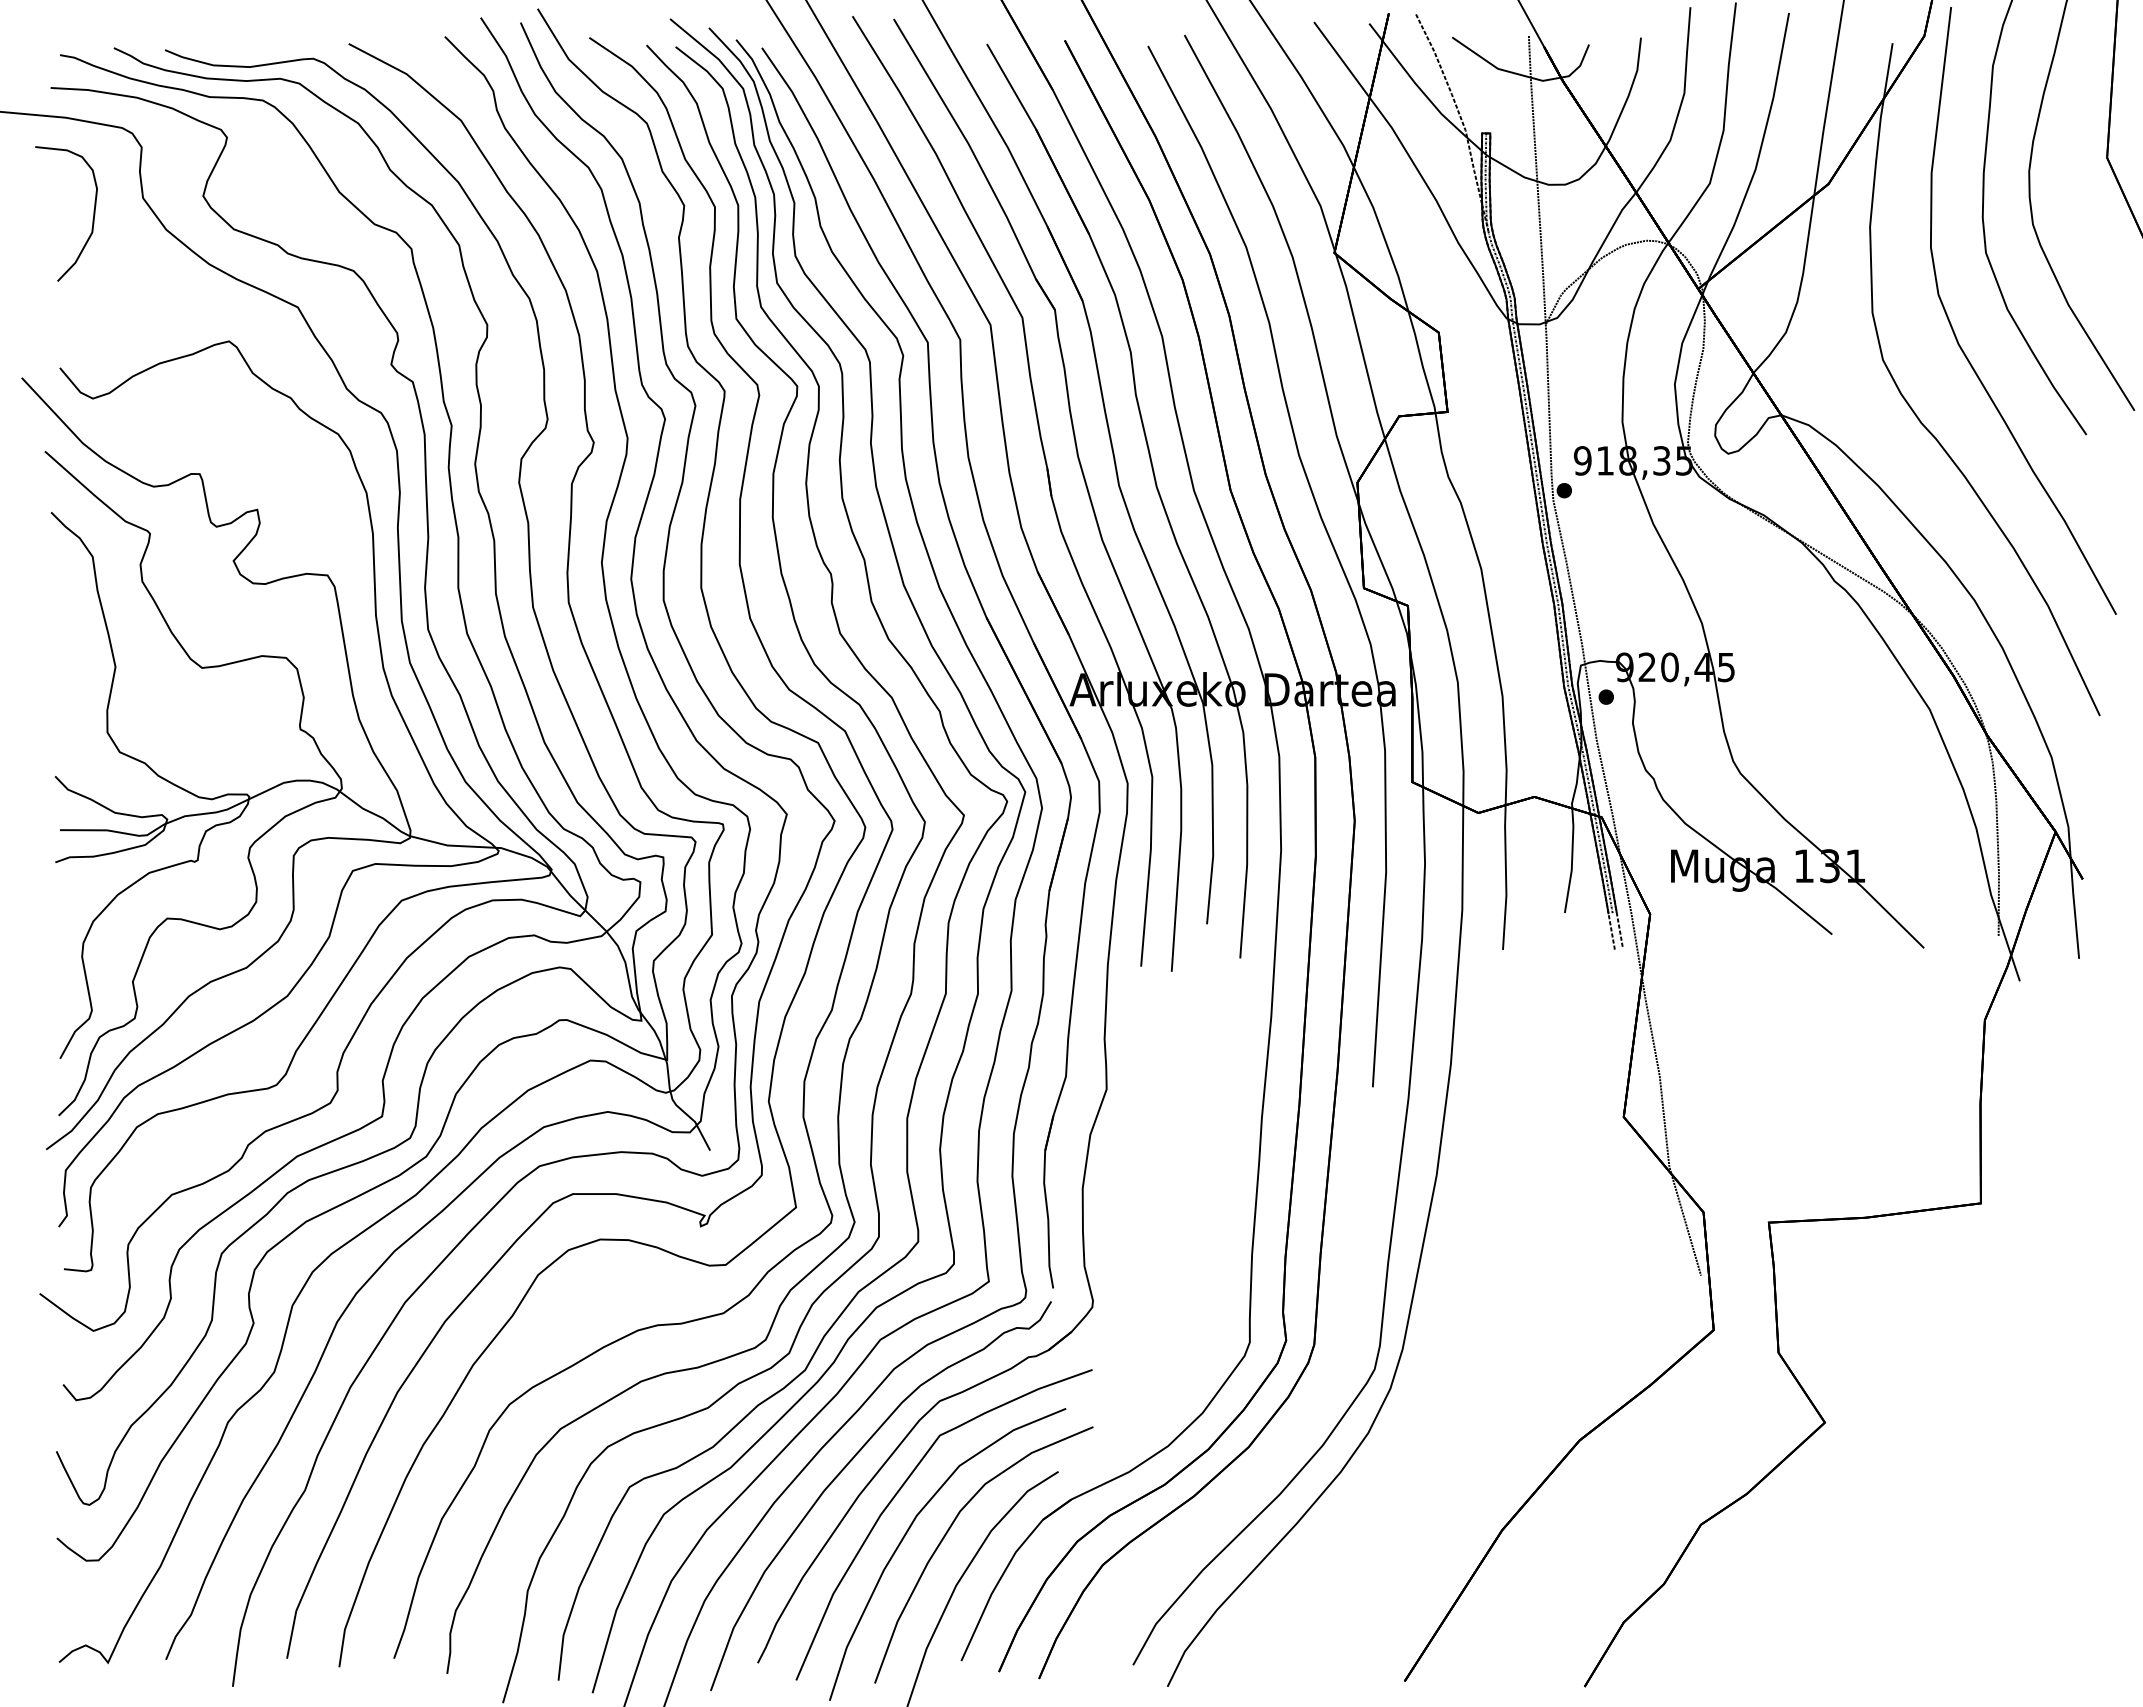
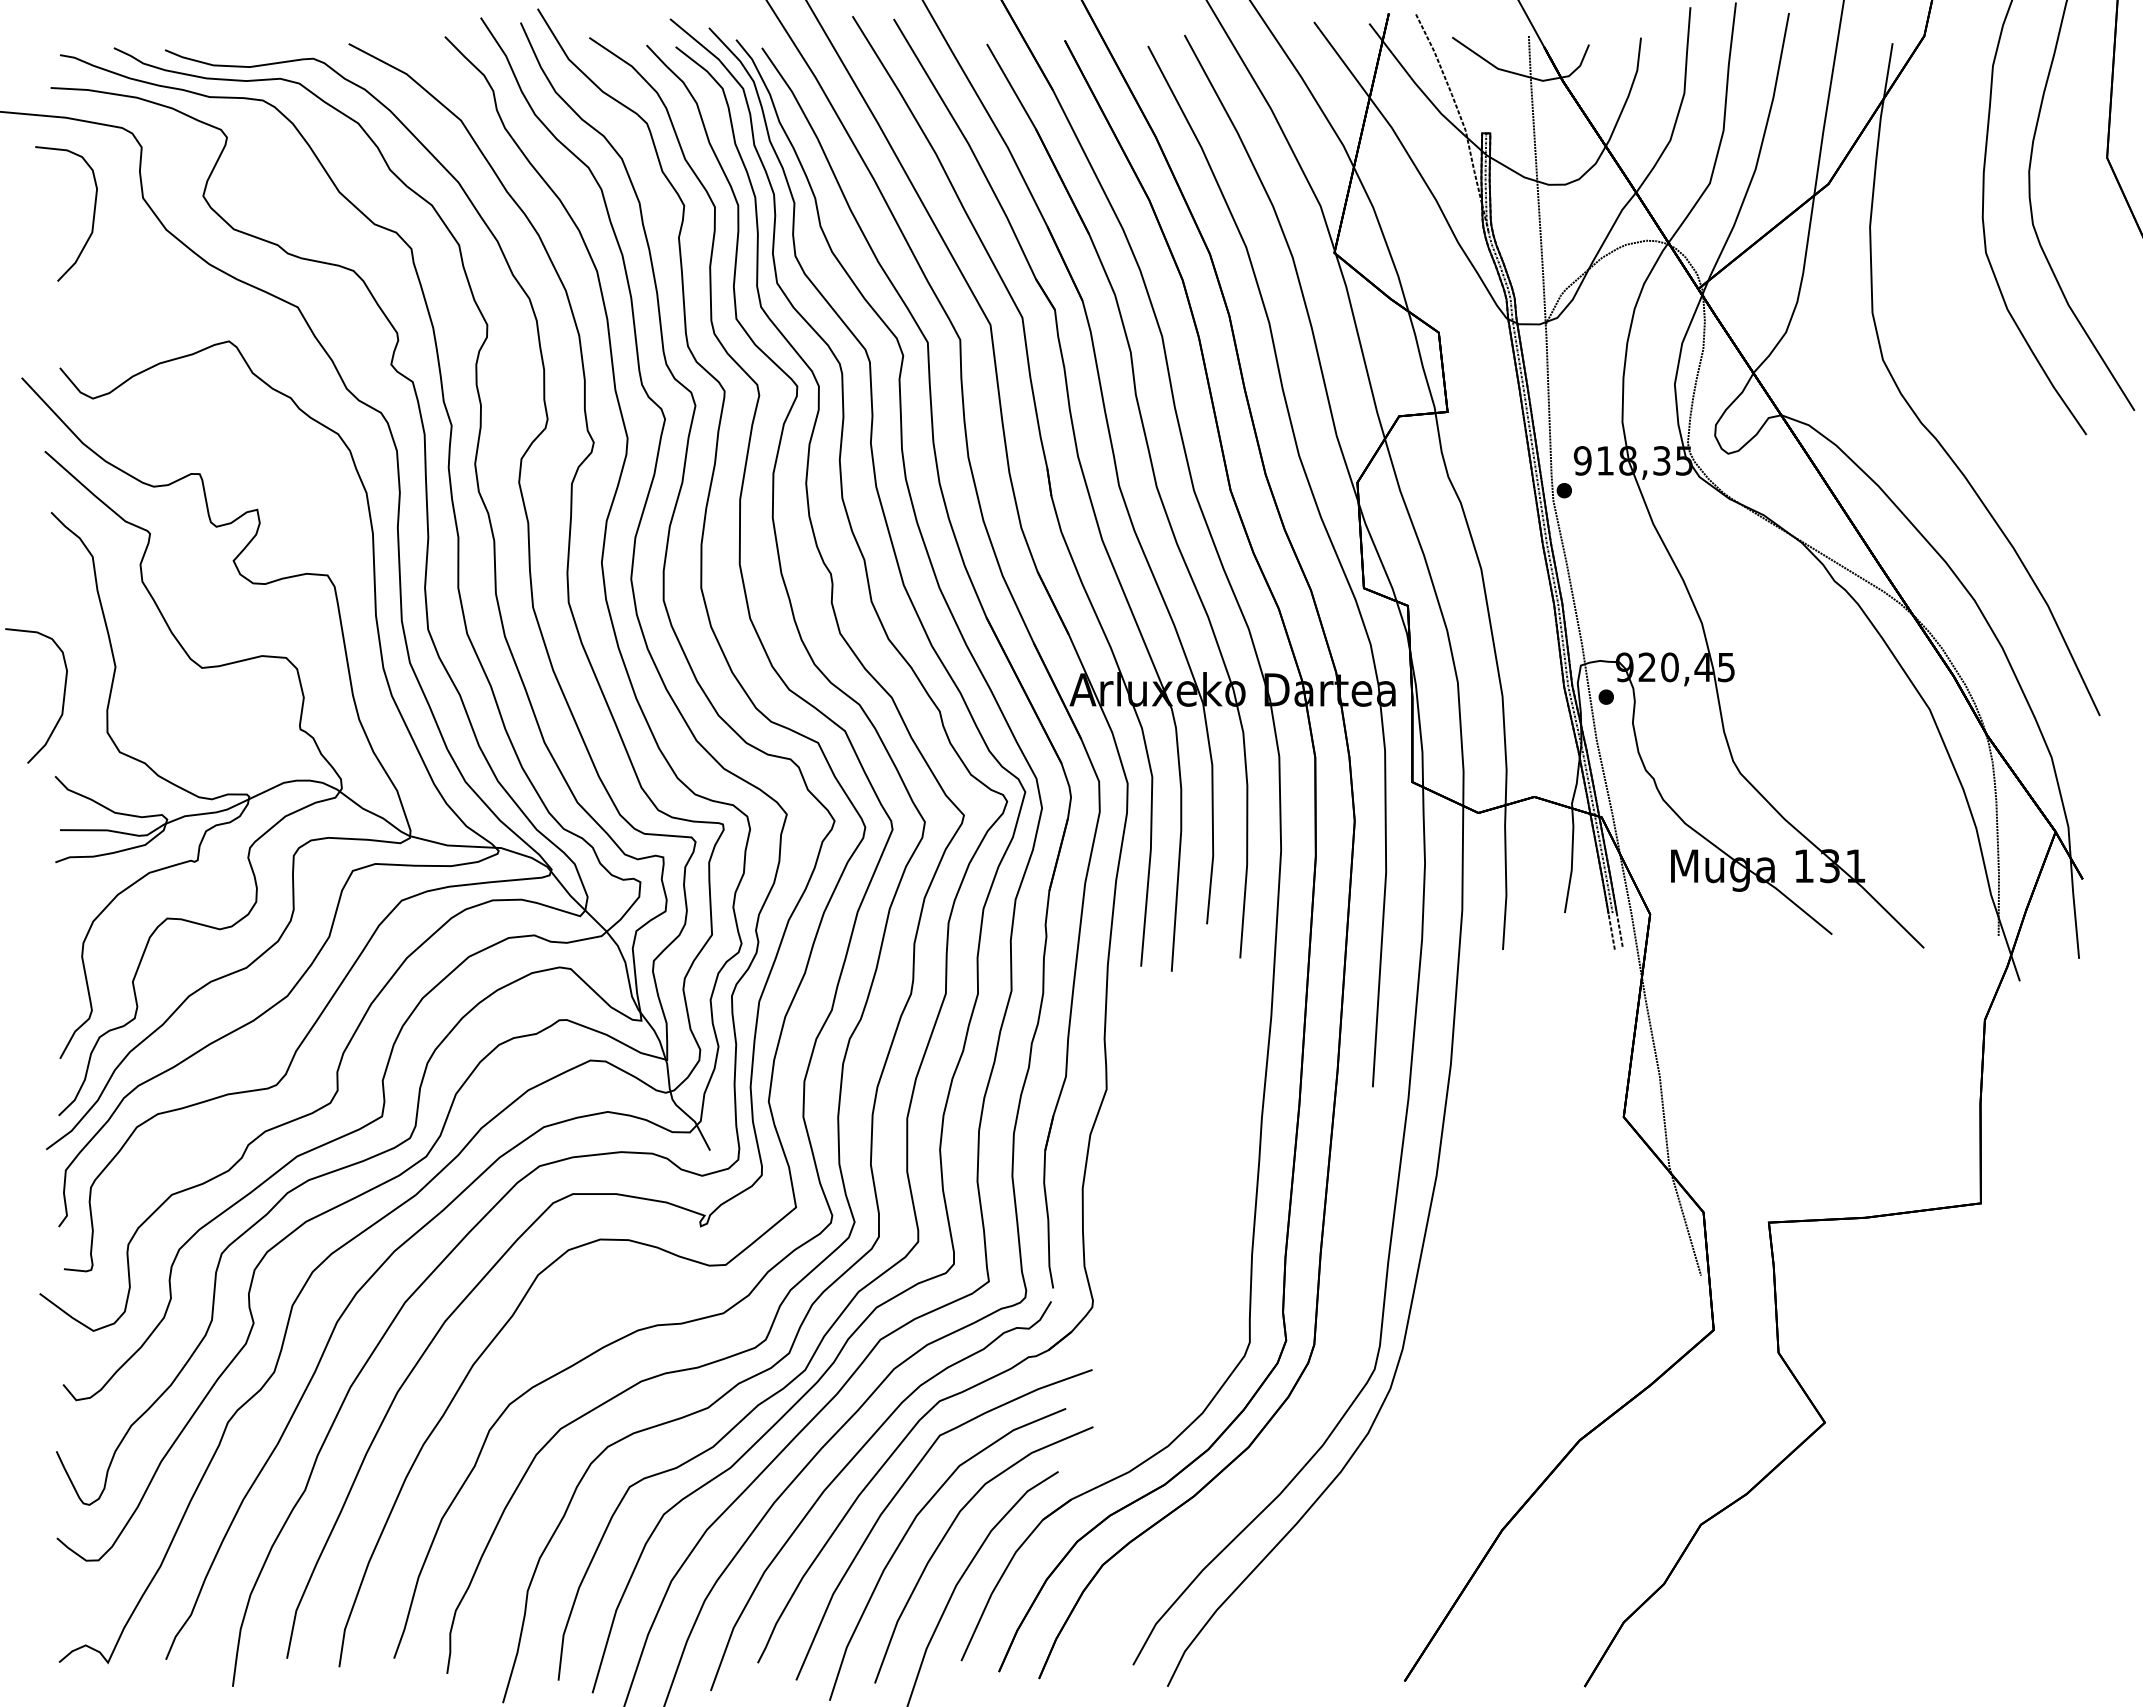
part at (1958, 340): present -> none
curve at (62, 701): none -> present
